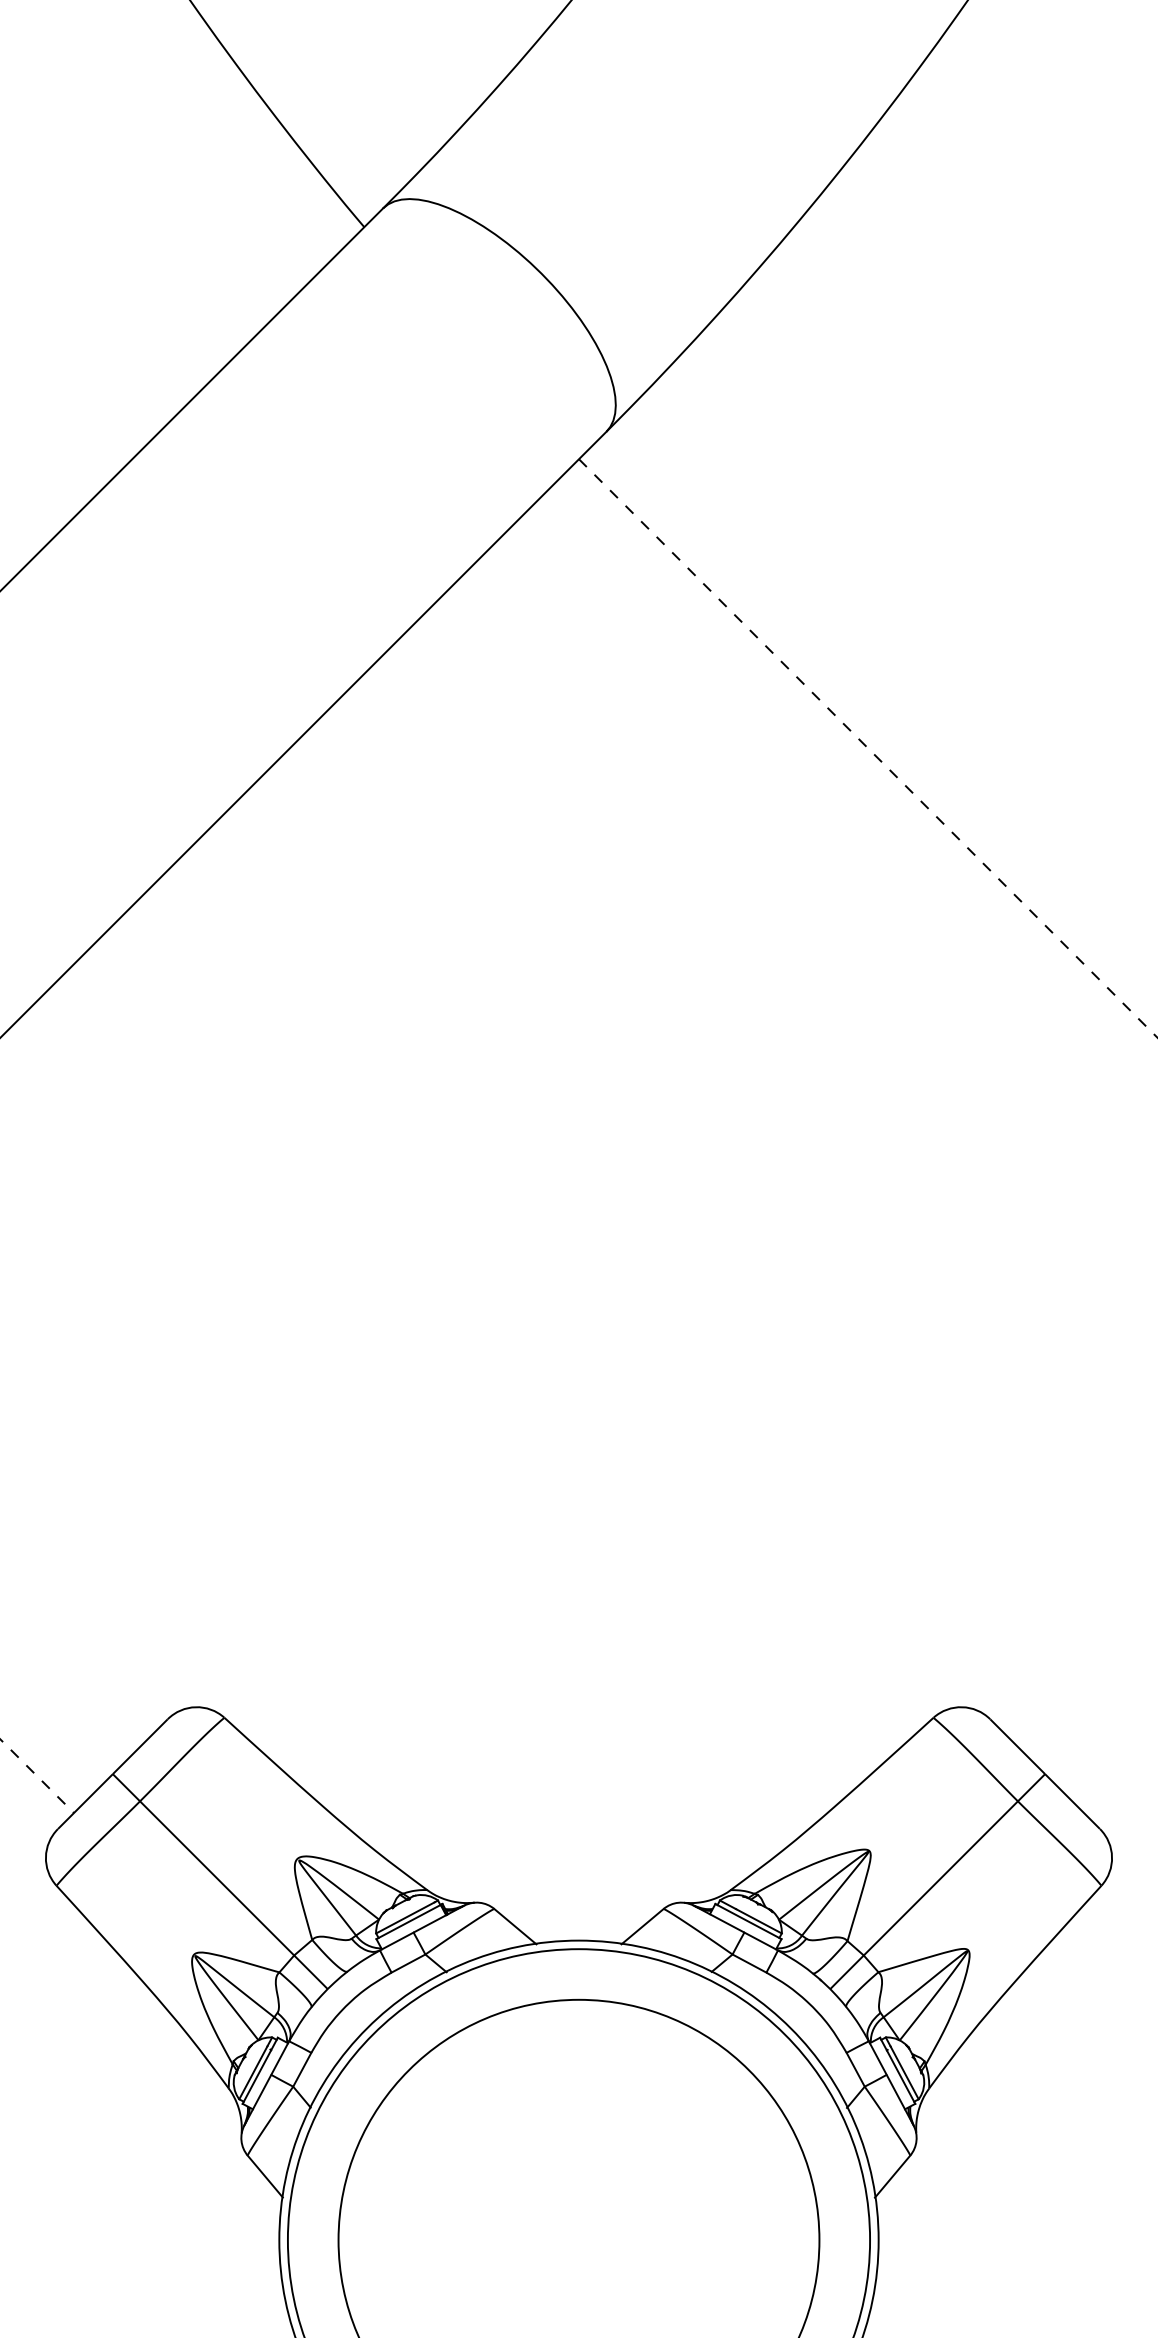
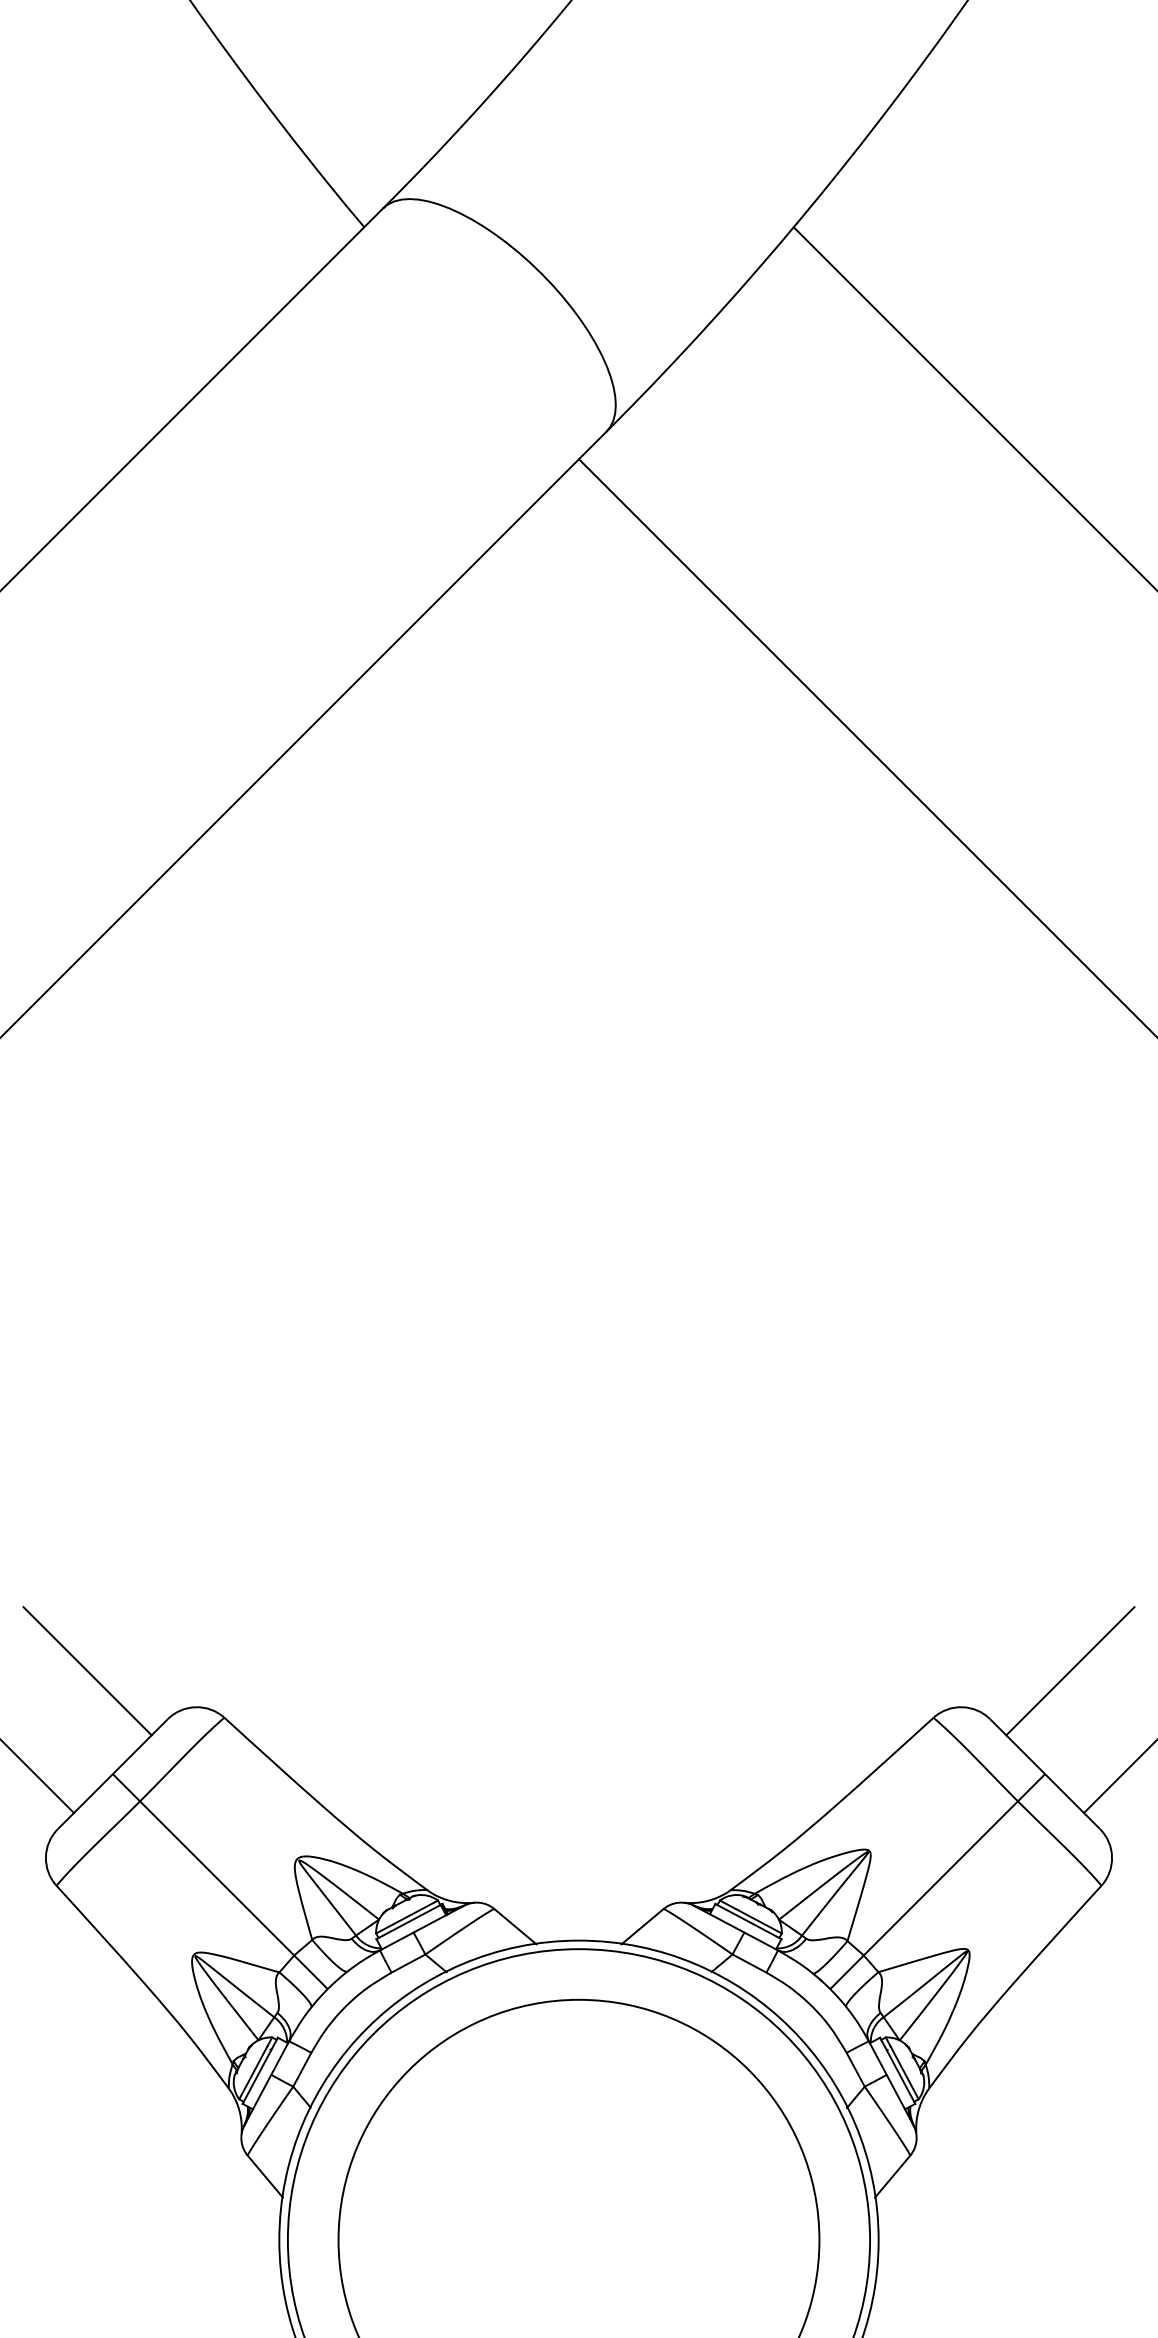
line at (973, 407): none -> present
line at (868, 748): dashed -> solid
line at (87, 1671): none -> present
line at (1070, 1671): none -> present
line at (37, 1776): dashed -> solid
line at (1118, 1777): none -> present
